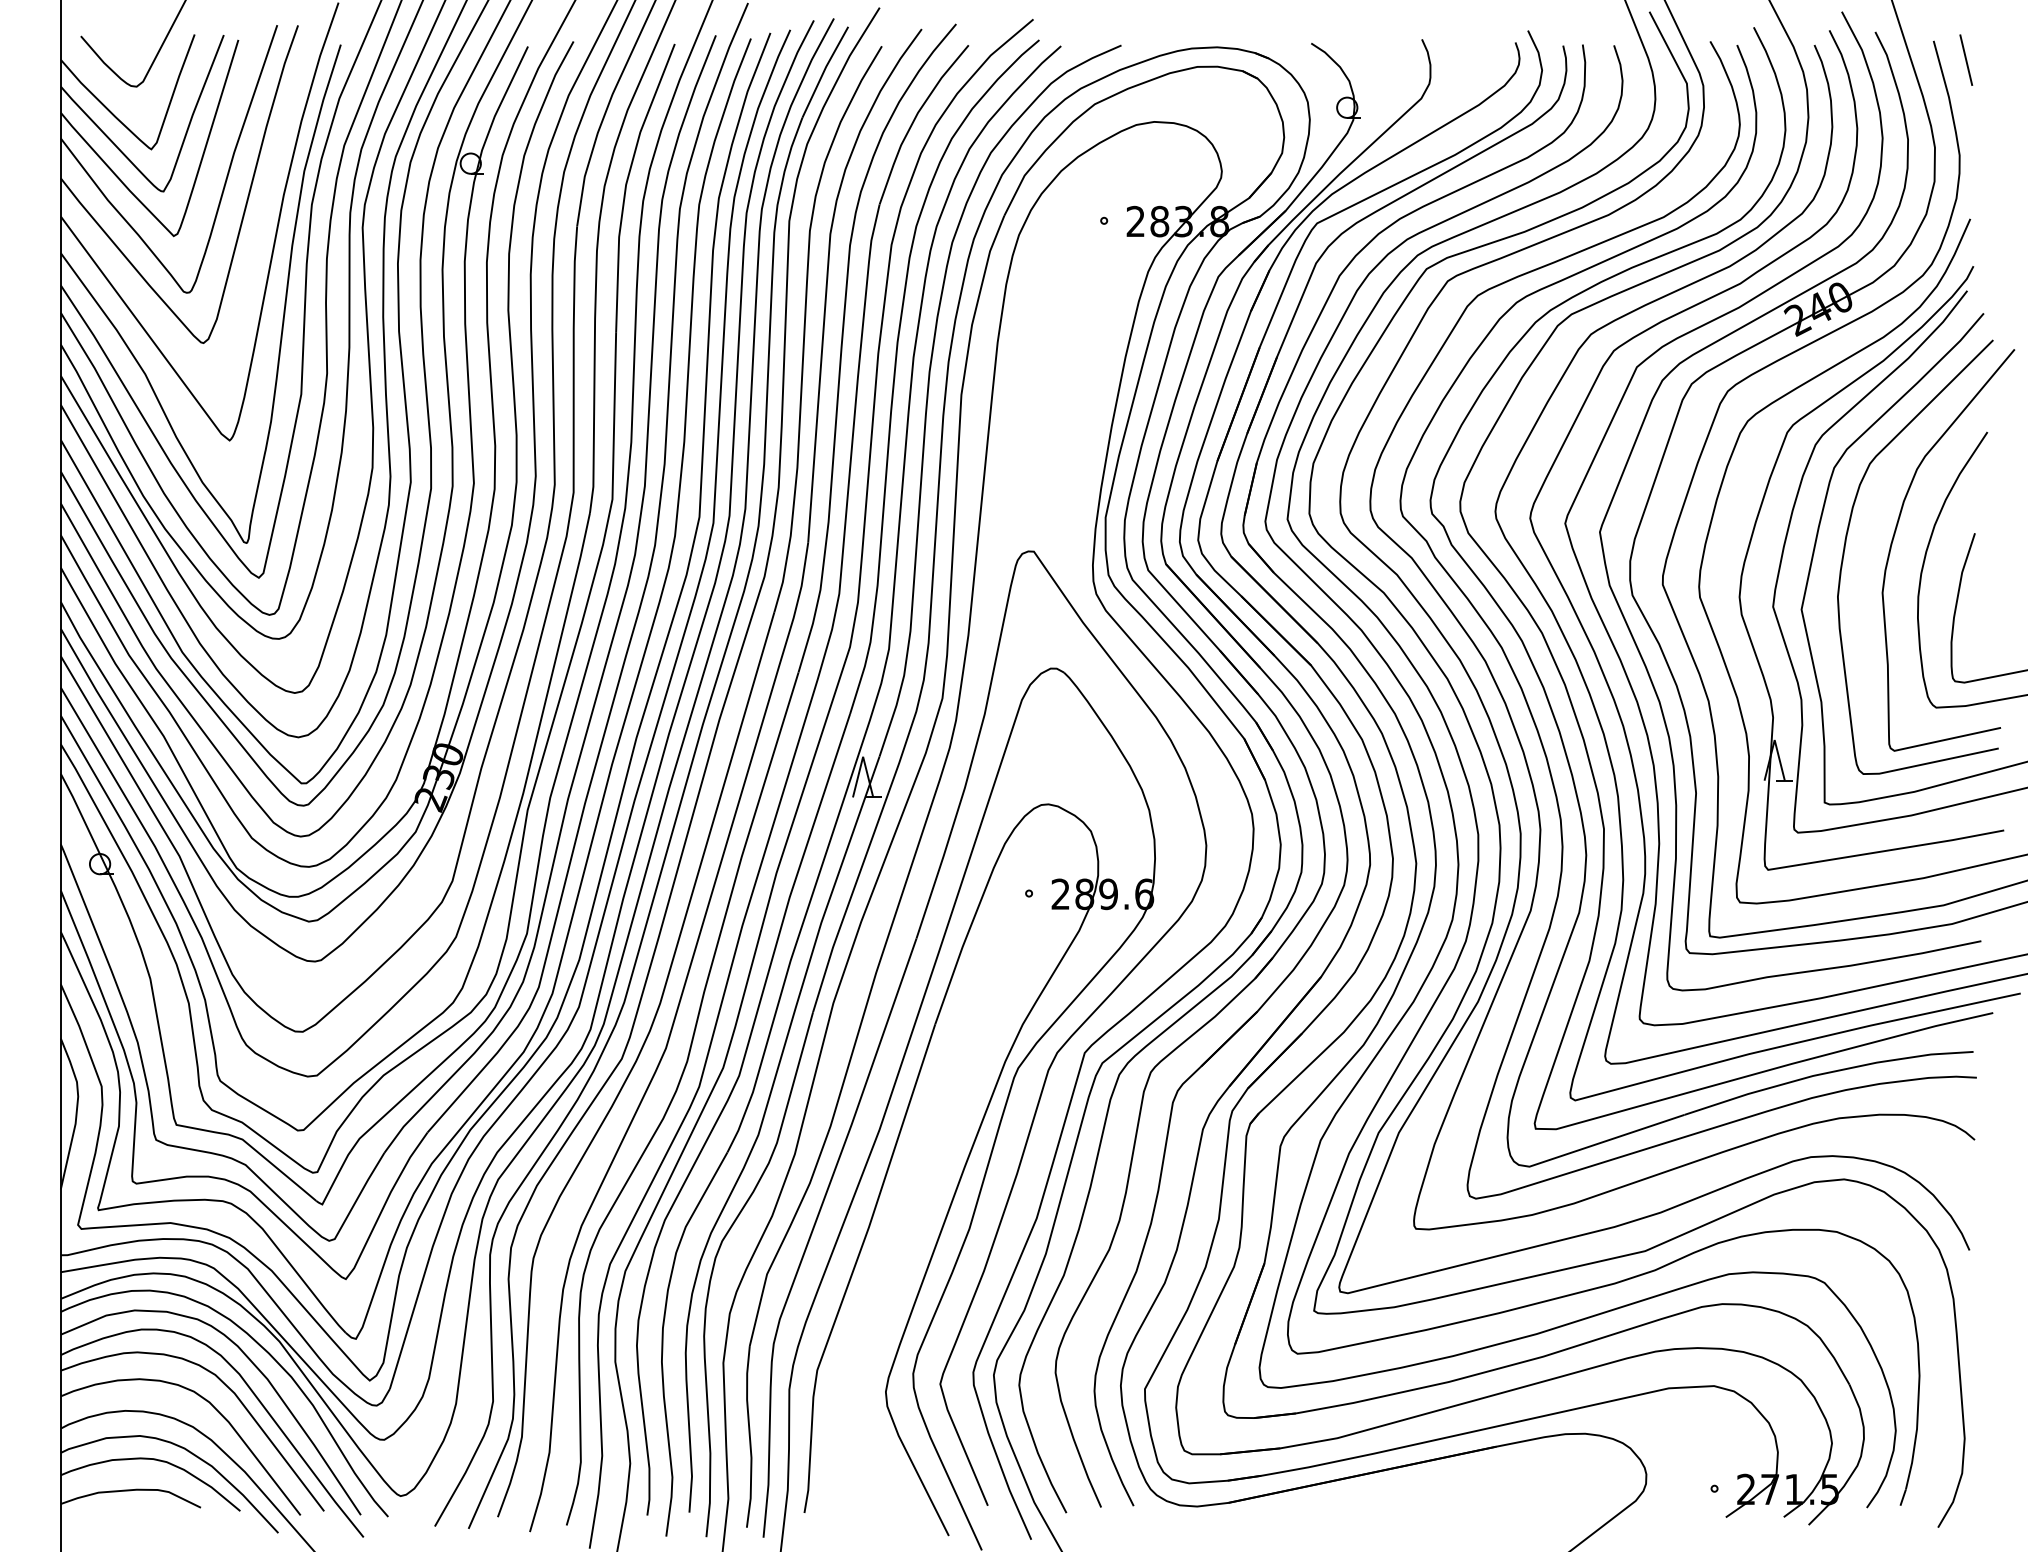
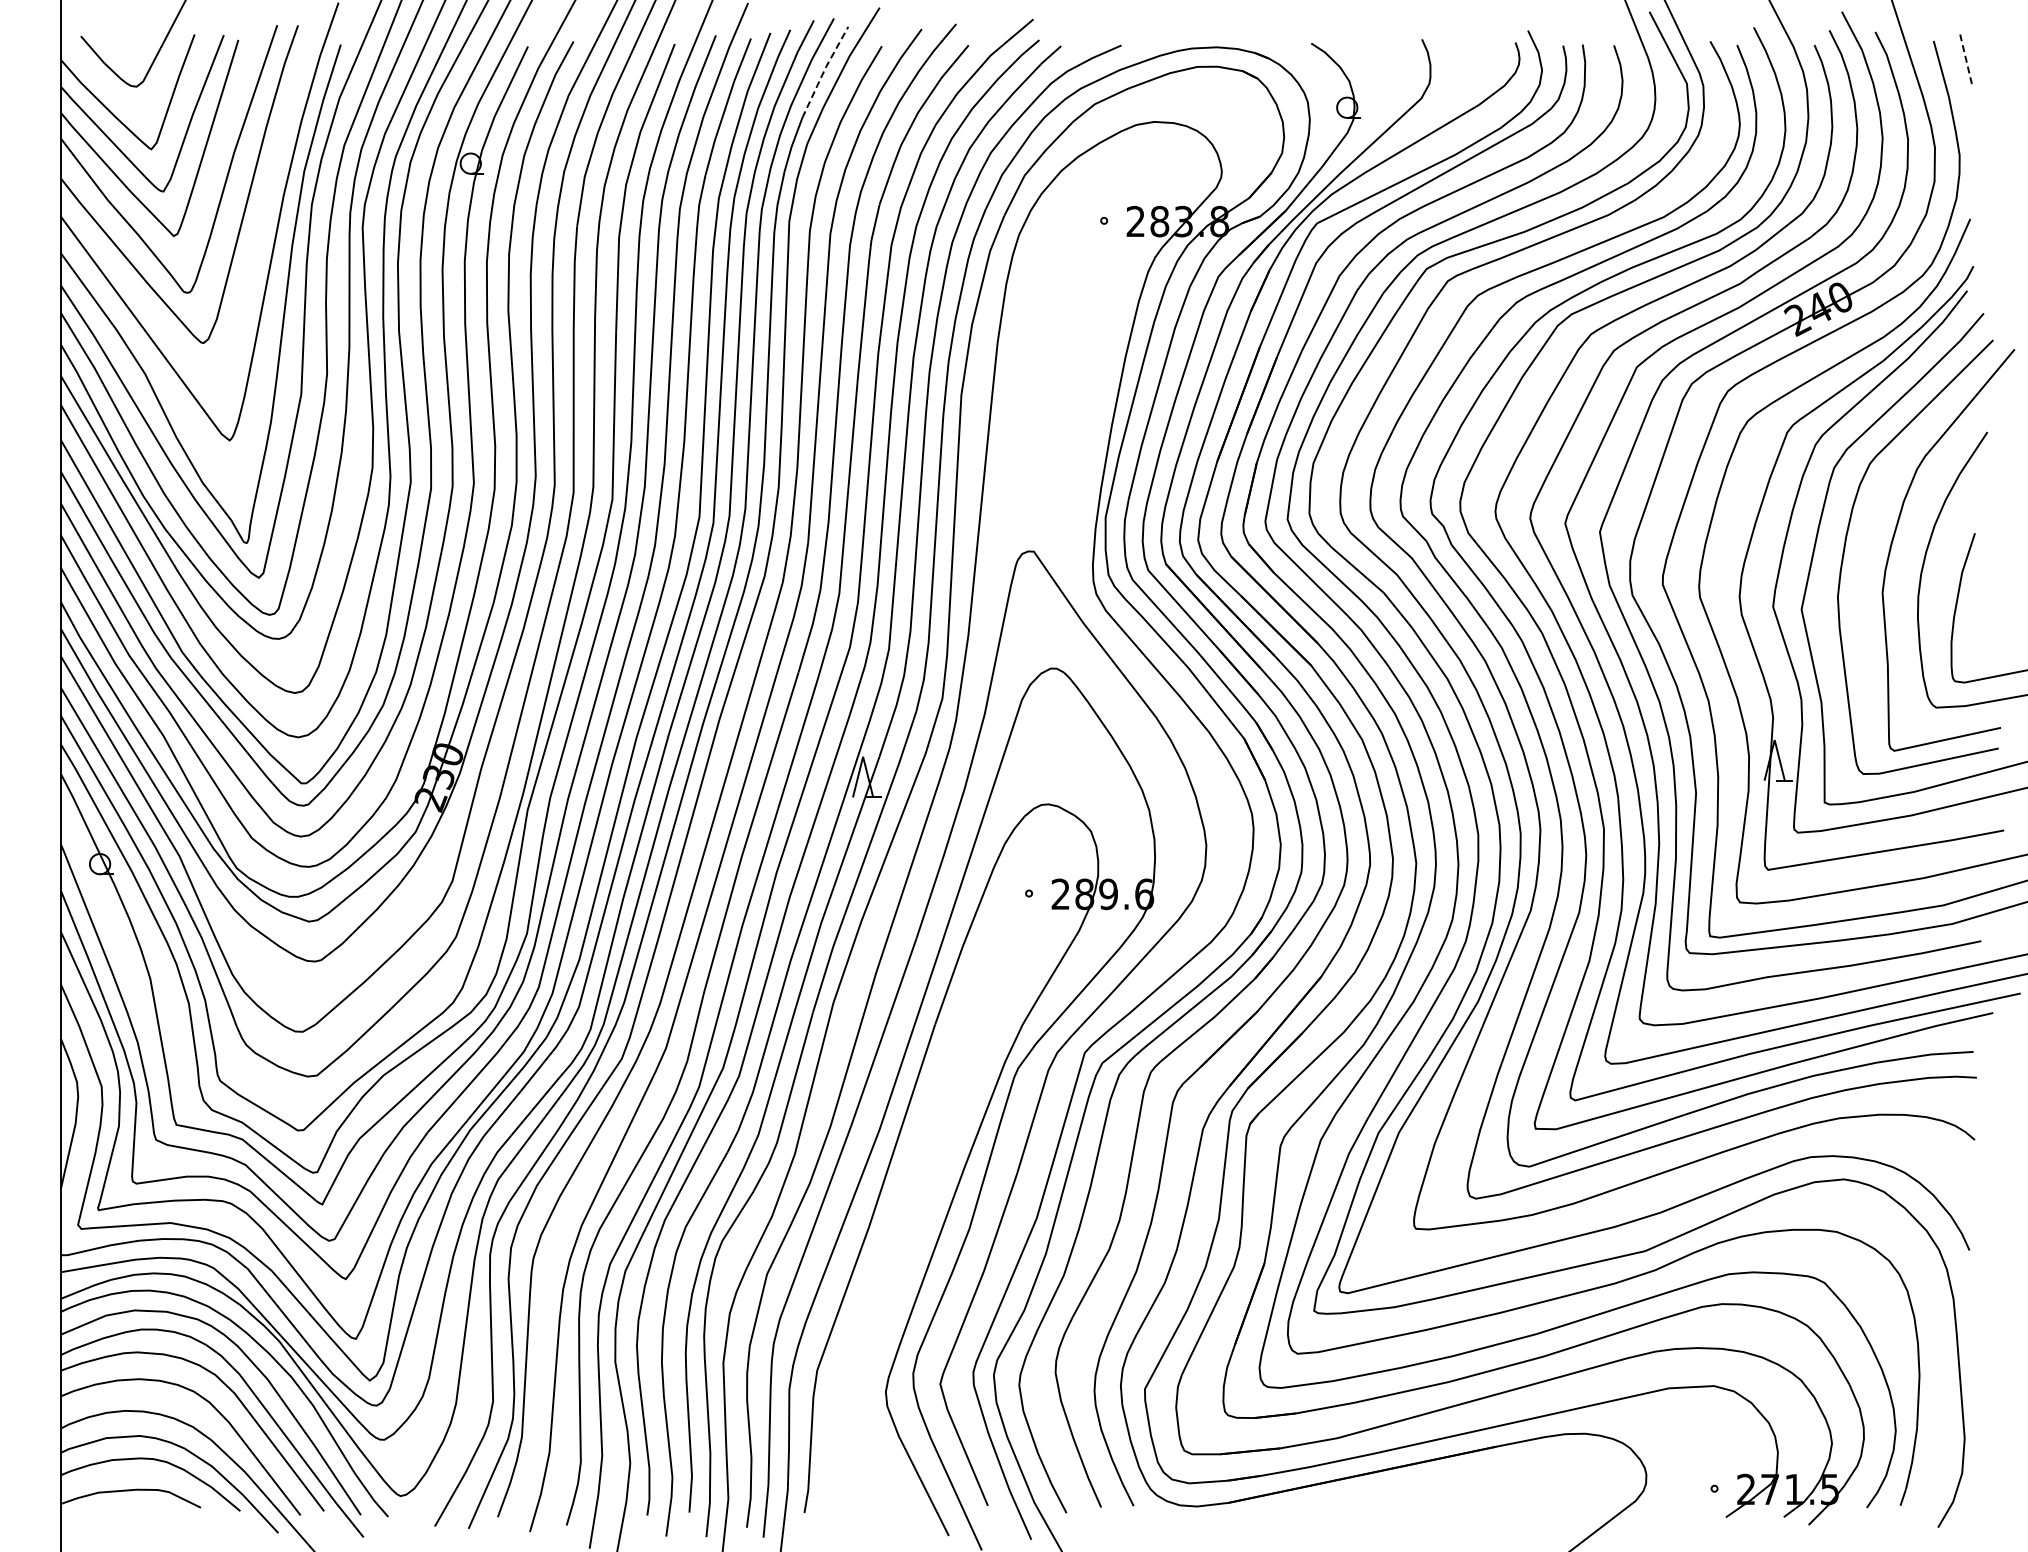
line at (1966, 60): solid -> dashed
line at (824, 71): solid -> dashed
